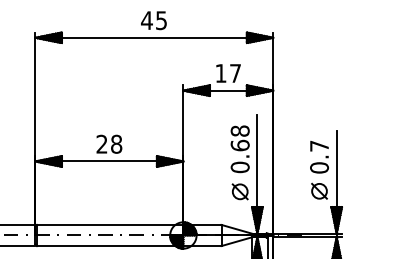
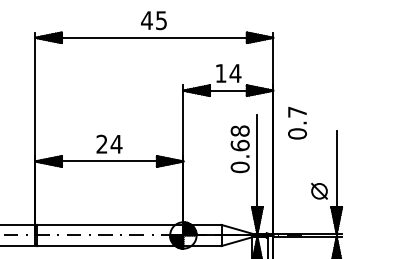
text at (235, 73): 17 -> 14
text at (116, 143): 28 -> 24
text at (319, 157) position: (319, 157) -> (297, 123)
part at (239, 191): present -> none
